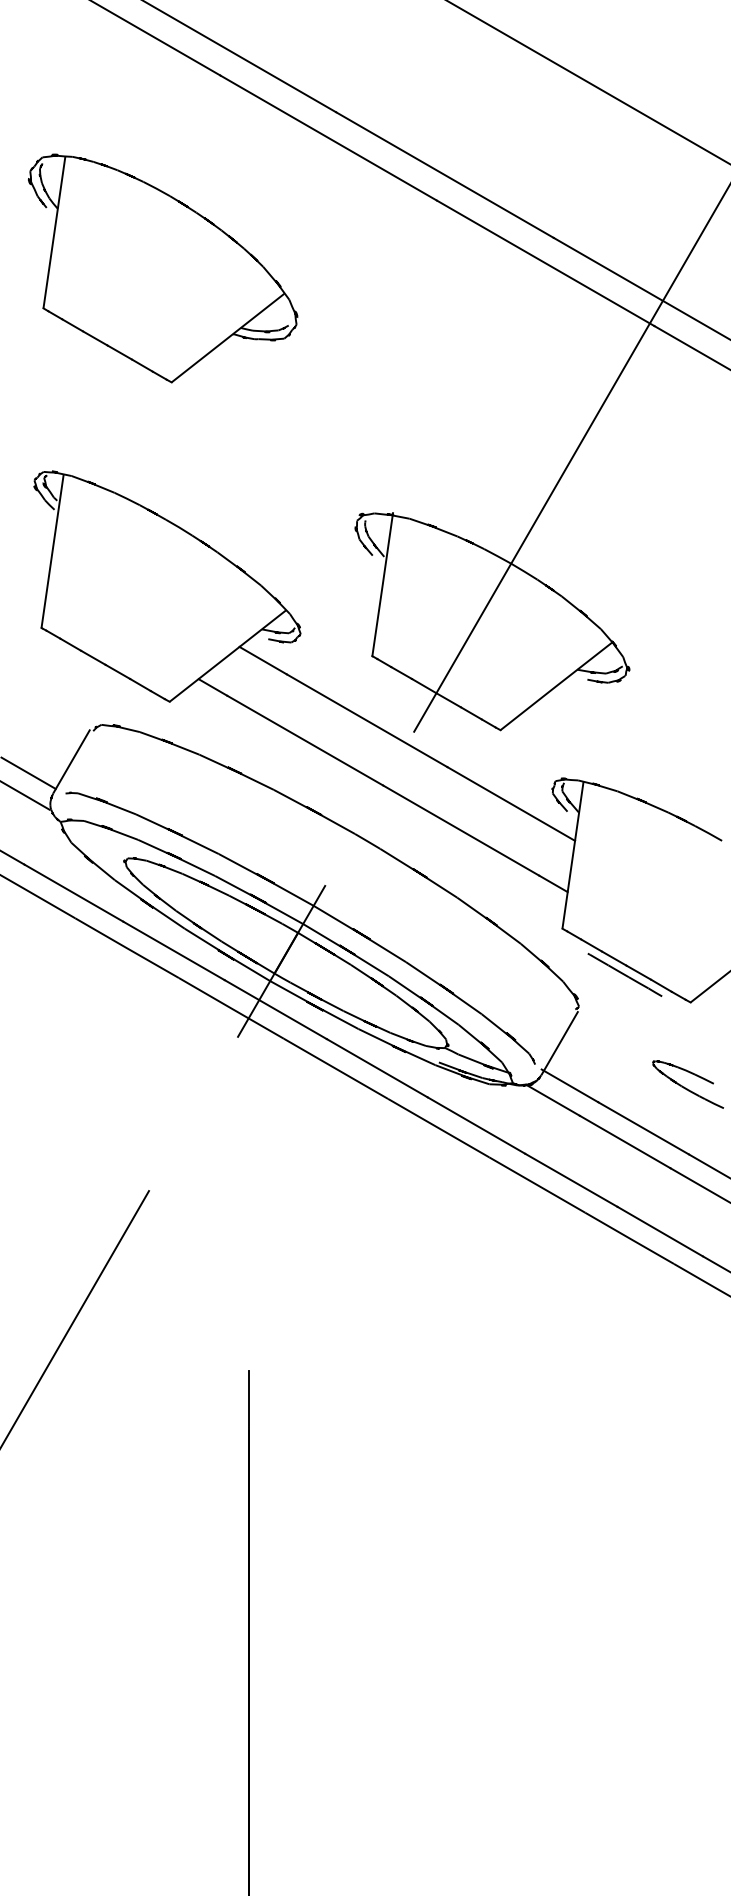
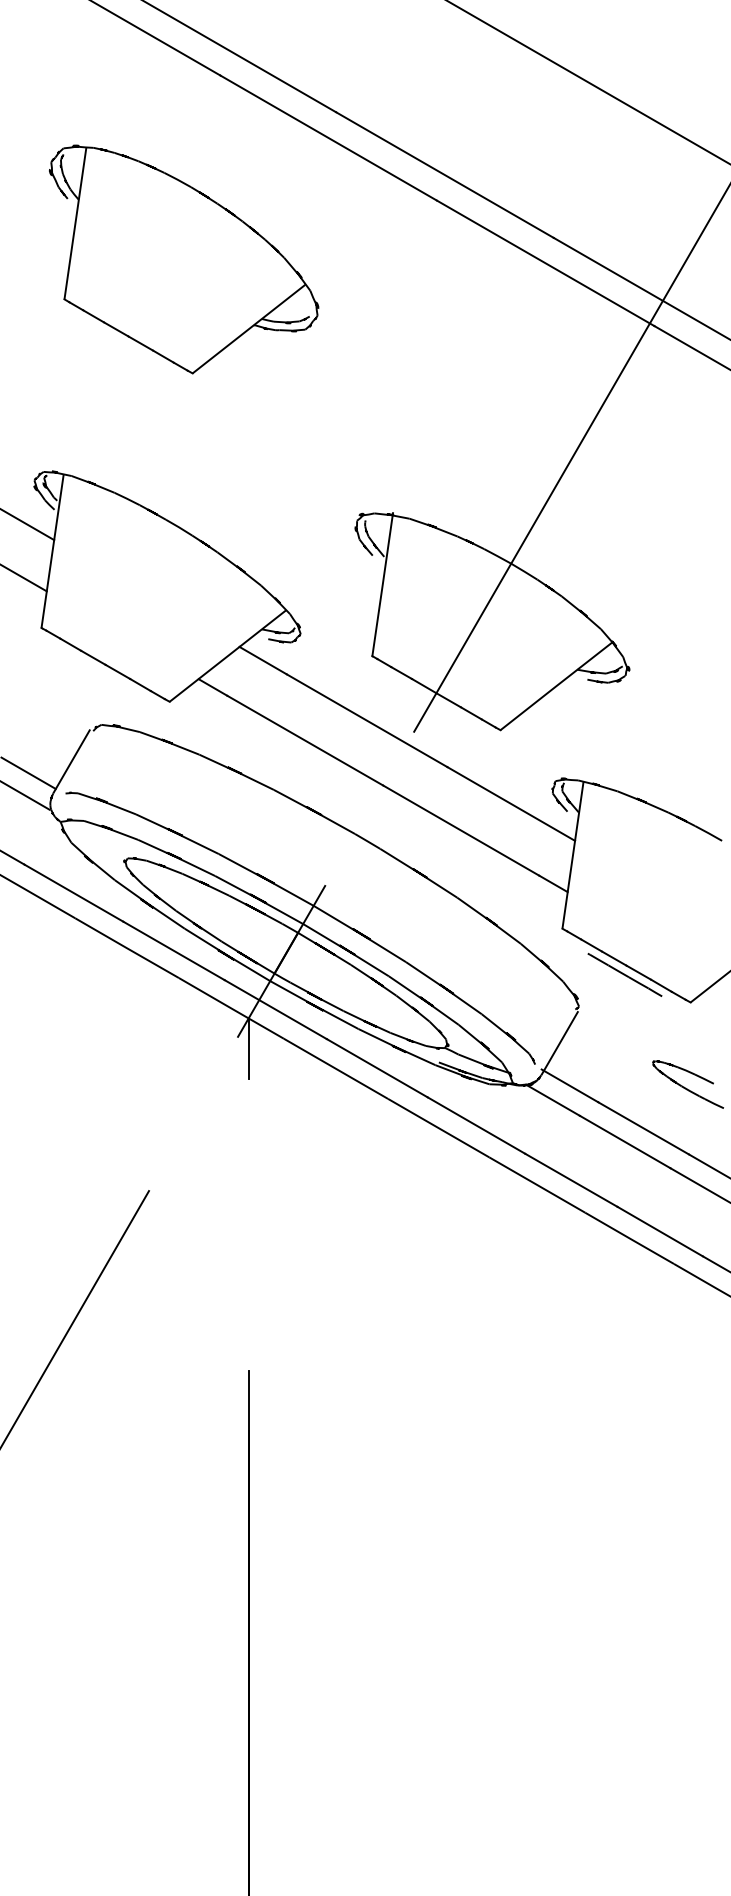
part at (163, 268) position: (163, 268) -> (184, 259)
line at (28, 524): none -> present
line at (24, 578): none -> present
line at (248, 1048): none -> present
